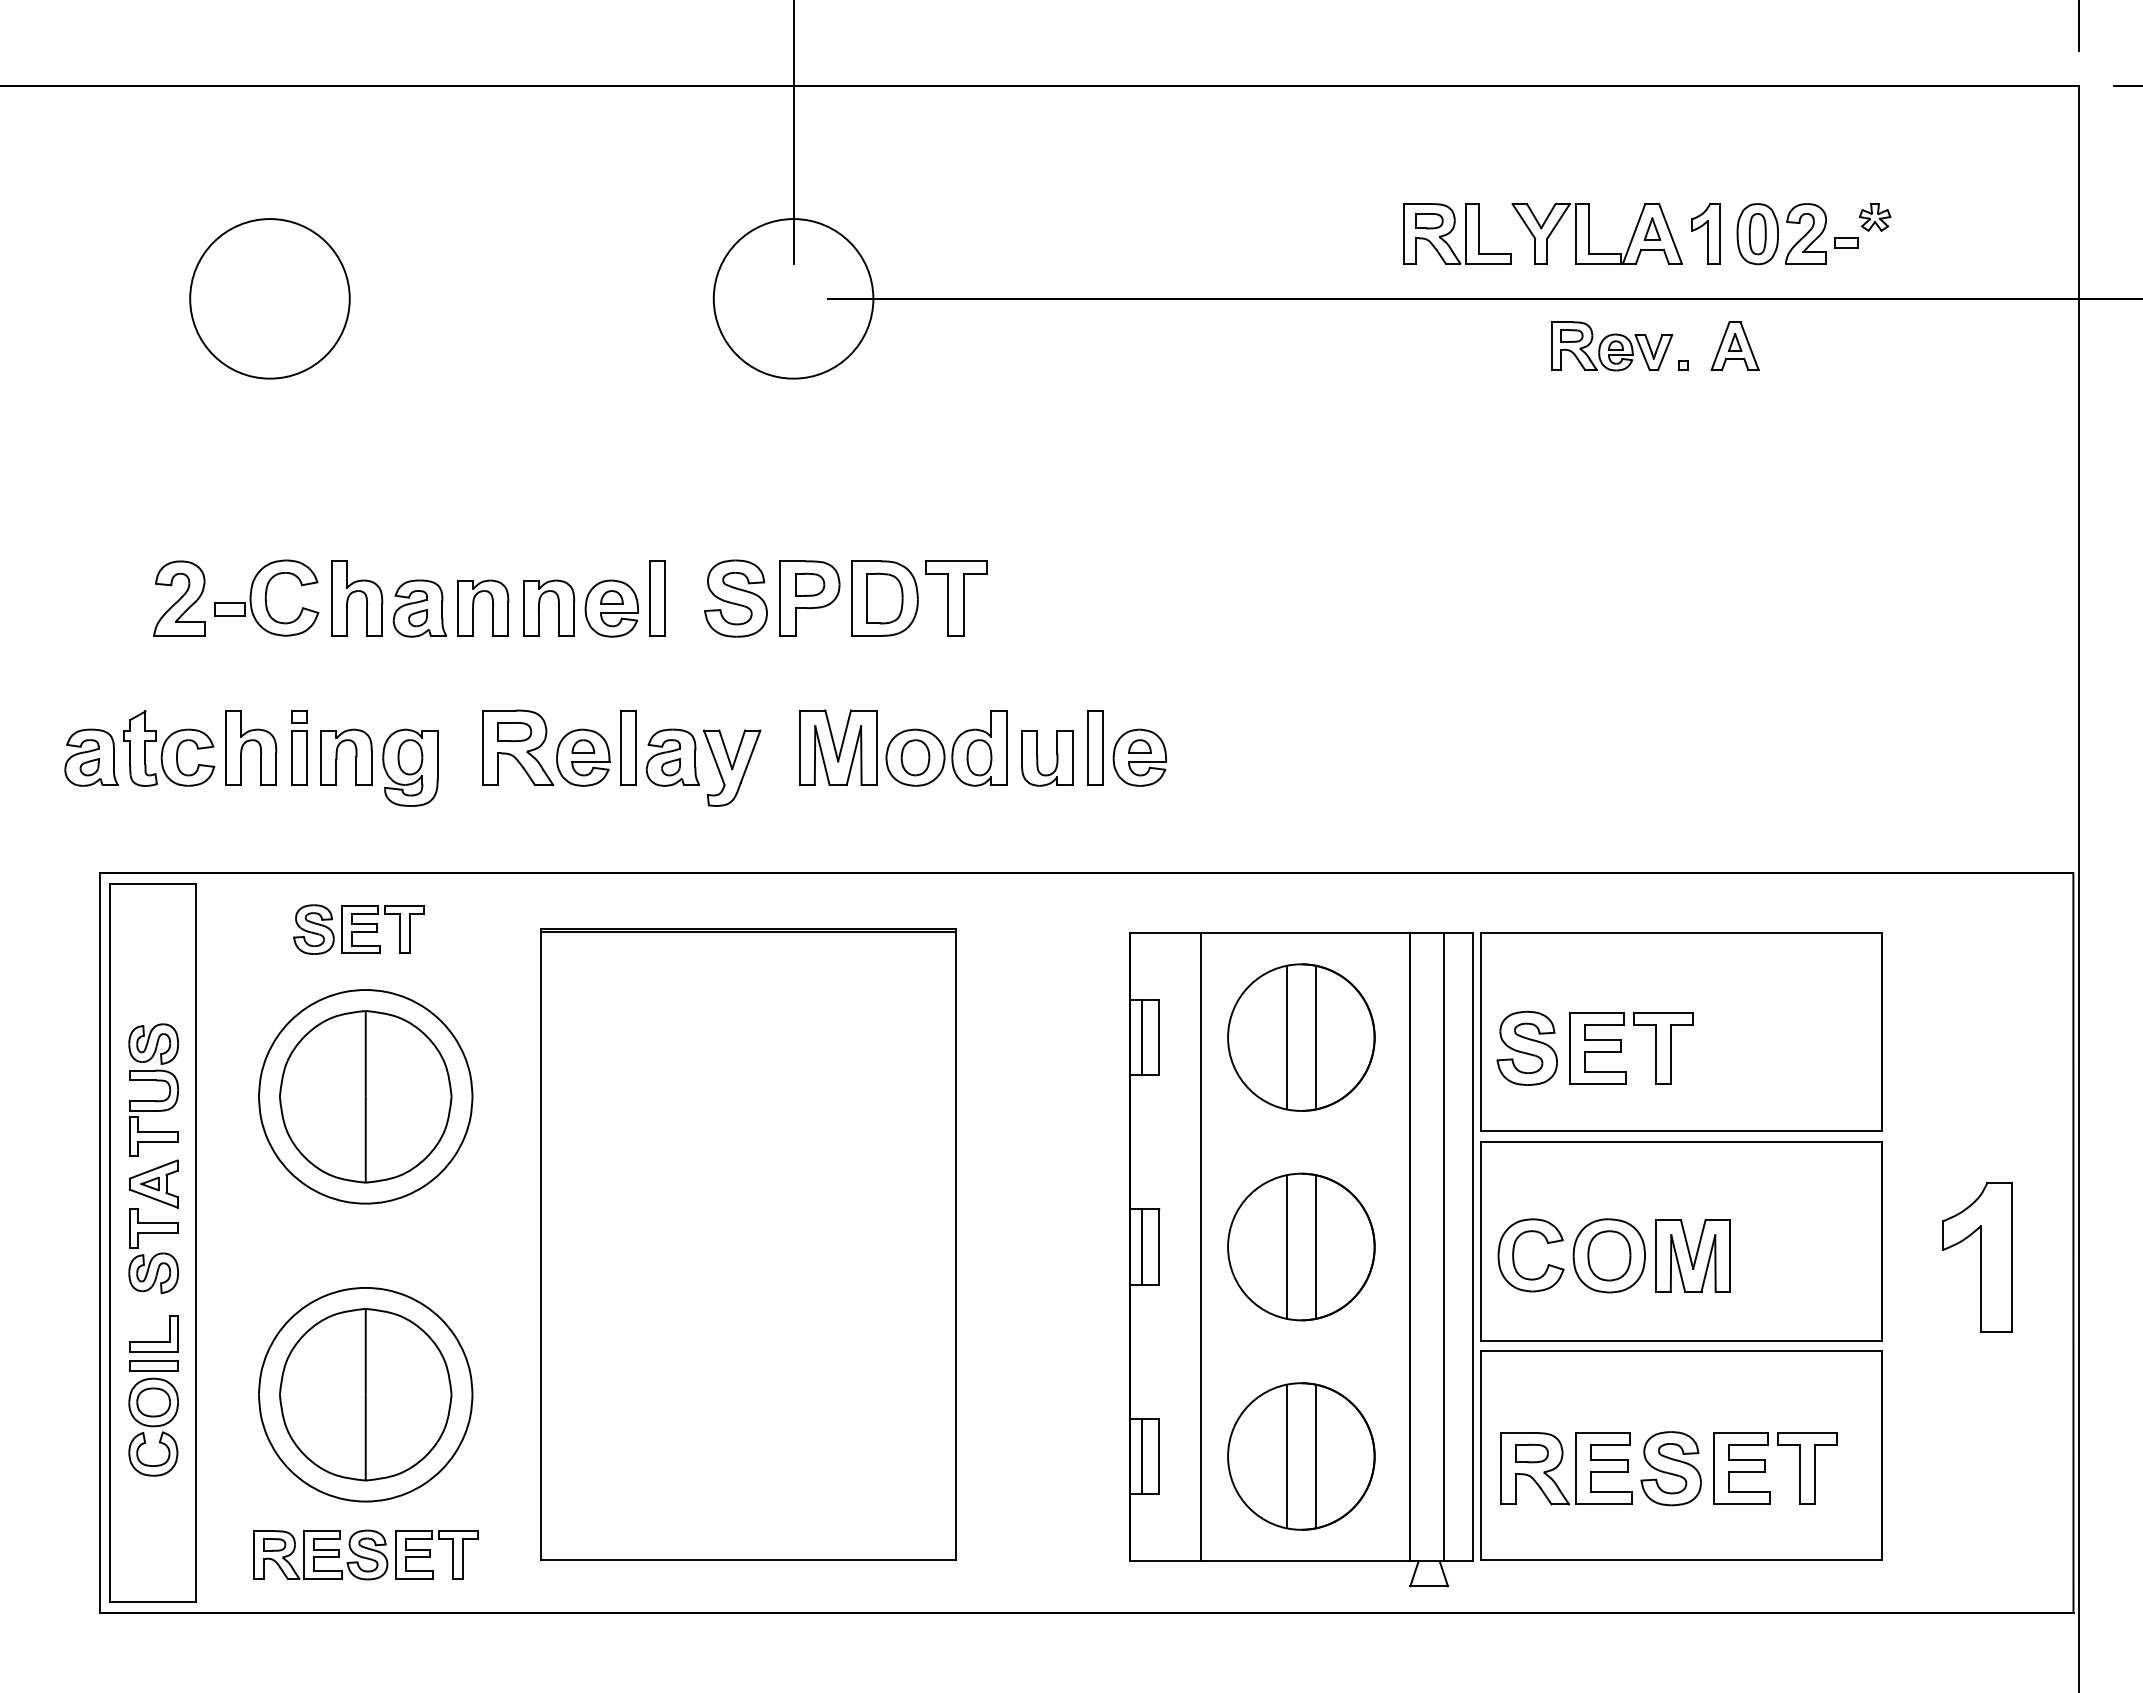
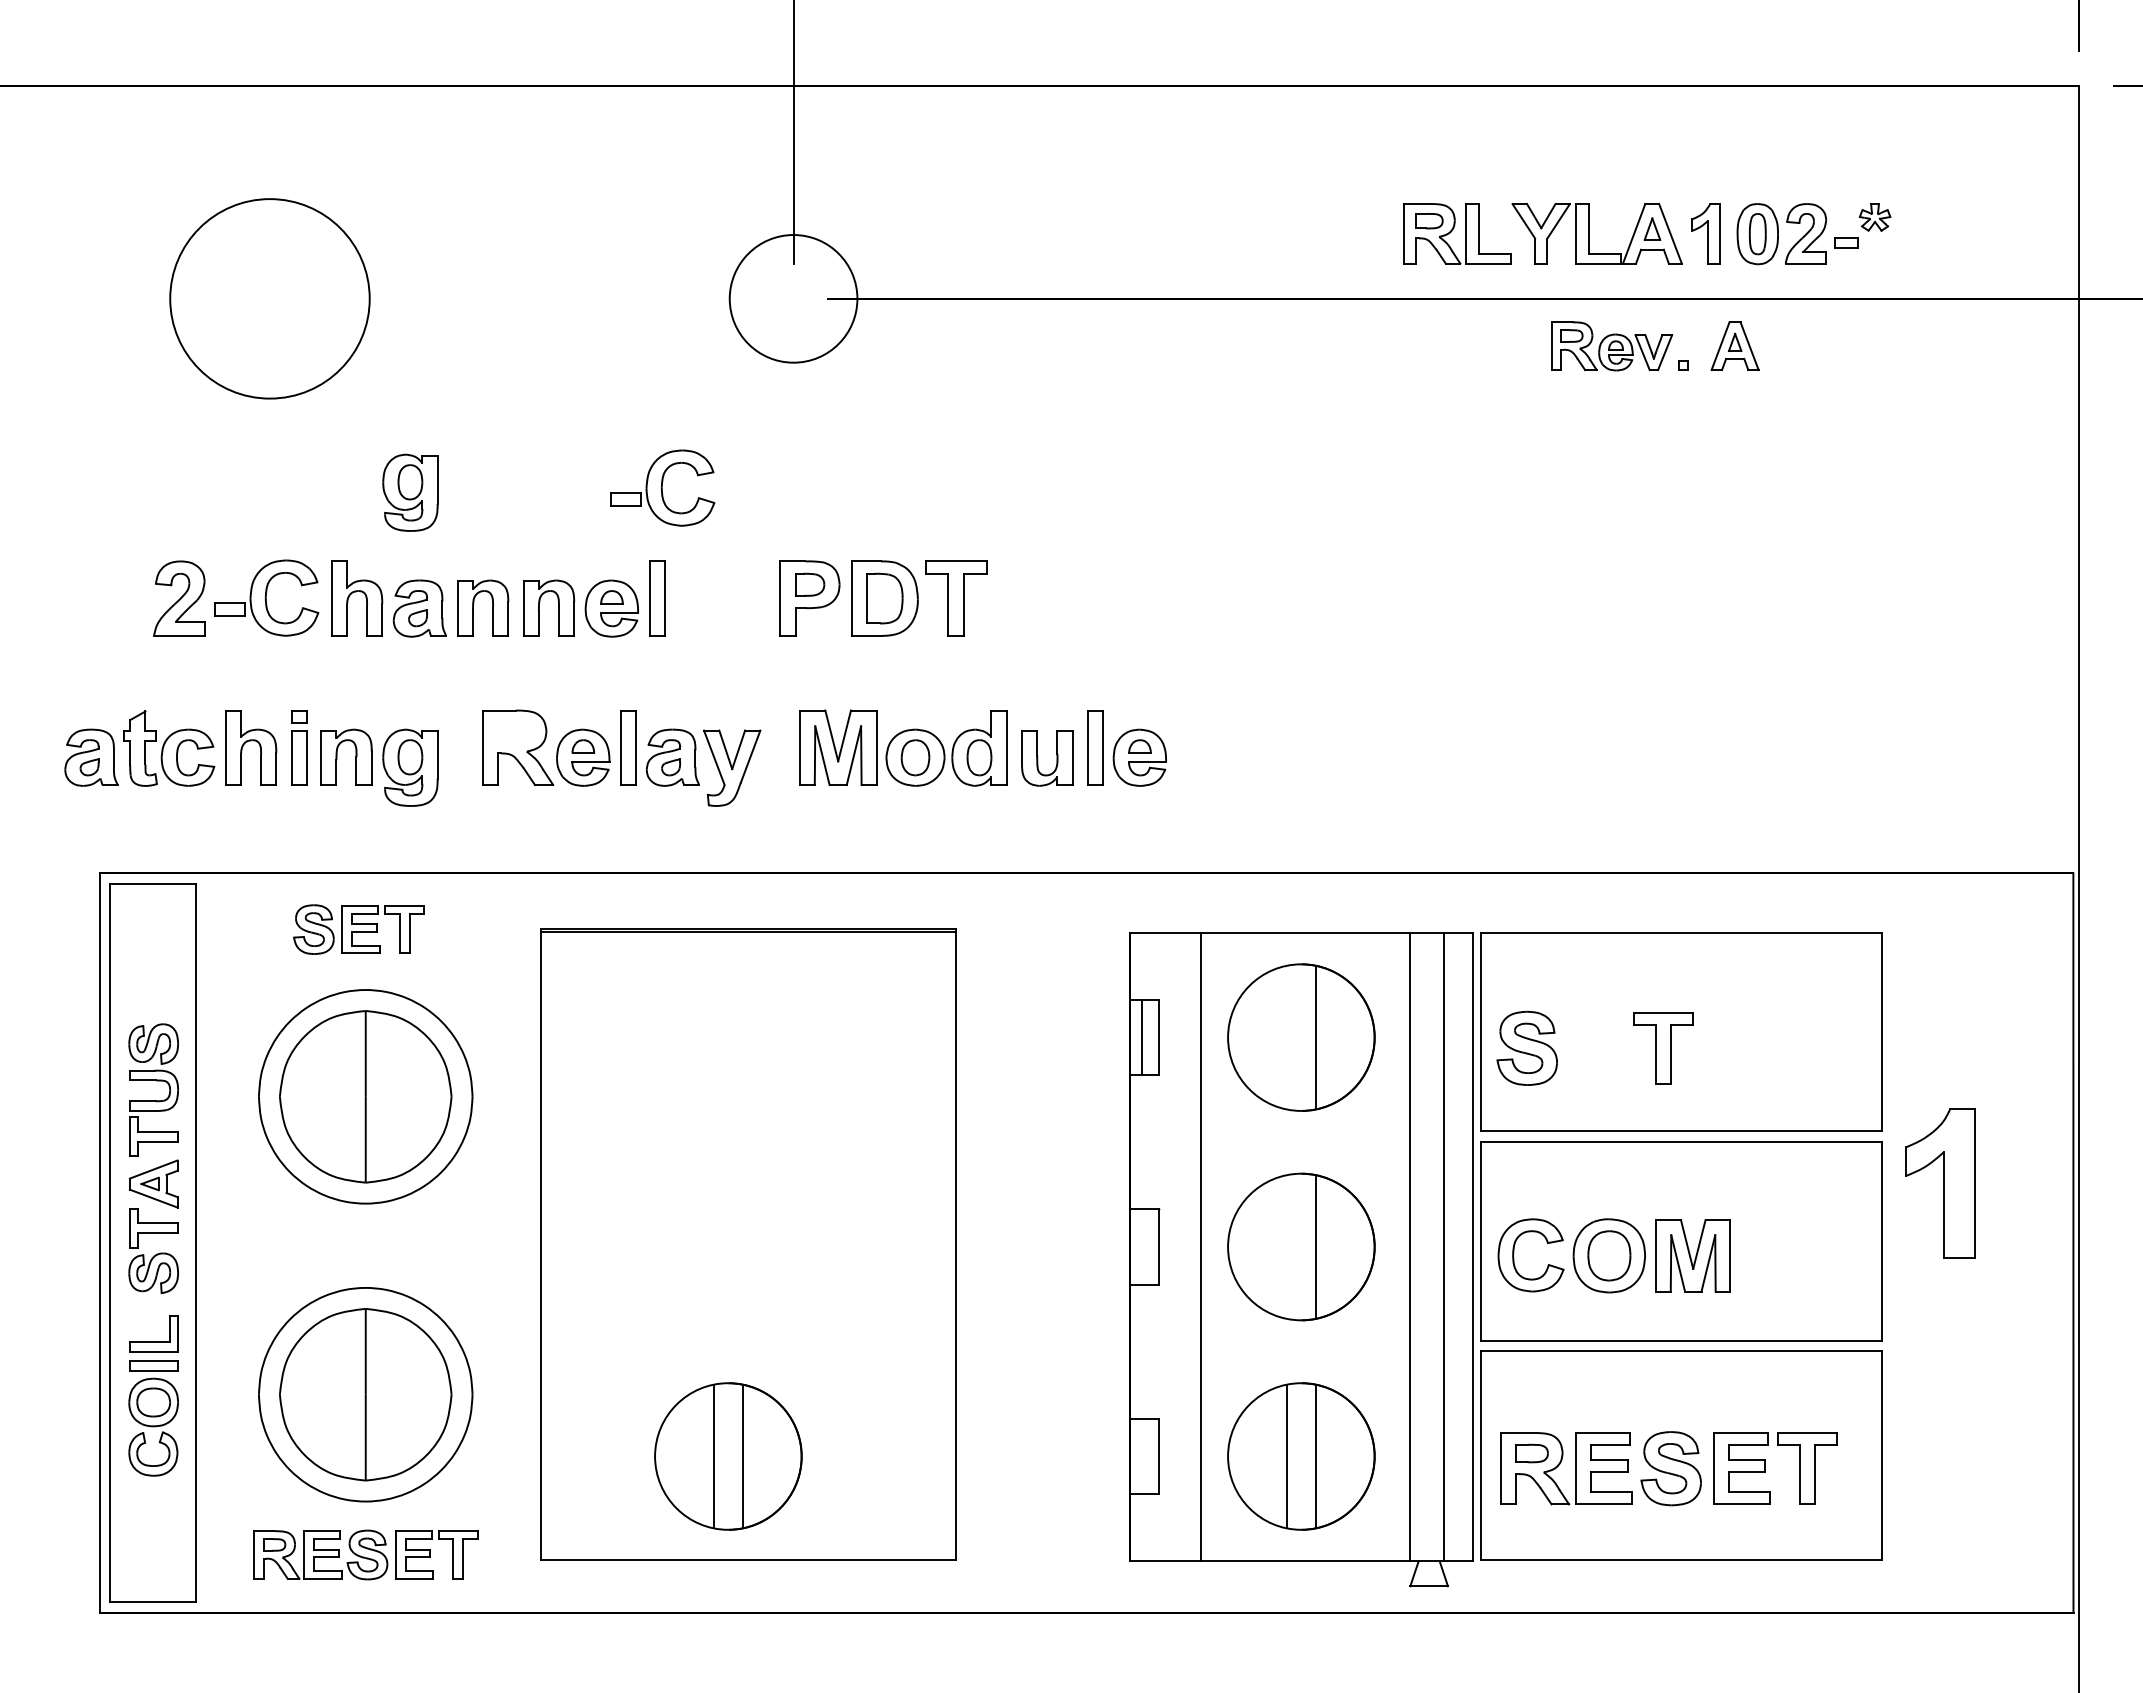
circle at (269, 298) diameter: 160 px -> 199 px
circle at (793, 298) diameter: 160 px -> 128 px
part at (662, 487): none -> present
part at (410, 492): none -> present
part at (735, 598): present -> none
part at (514, 732): present -> none
line at (1286, 1037): present -> none
part at (1597, 1048): present -> none
line at (1142, 1246): present -> none
line at (1286, 1246): present -> none
part at (1977, 1257) position: (1977, 1257) -> (1940, 1183)
part at (728, 1456): none -> present
line at (1142, 1456): present -> none
